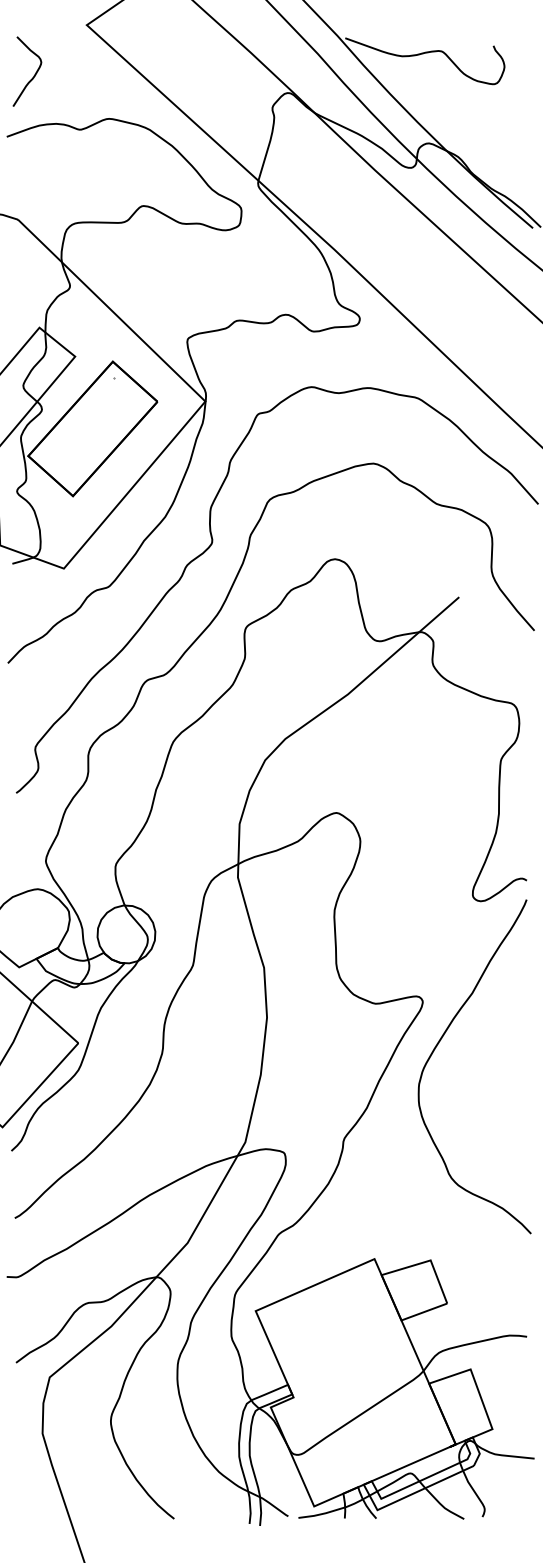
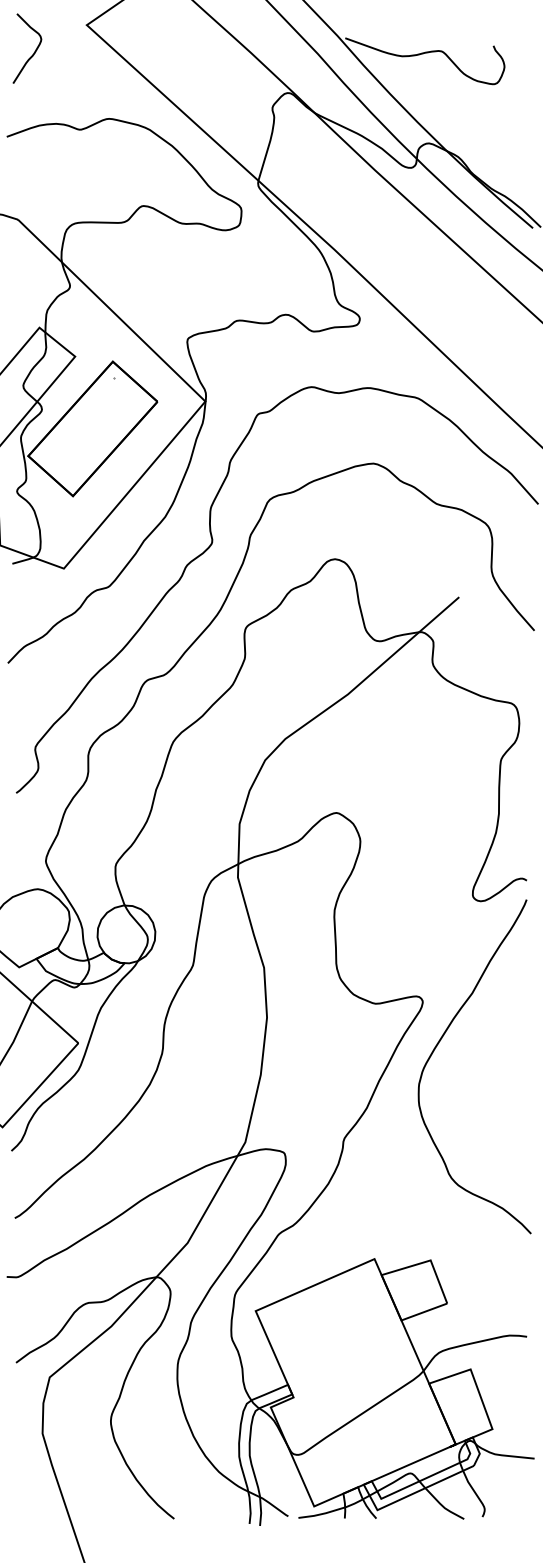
curve at (33, 75) position: (33, 75) -> (33, 52)
